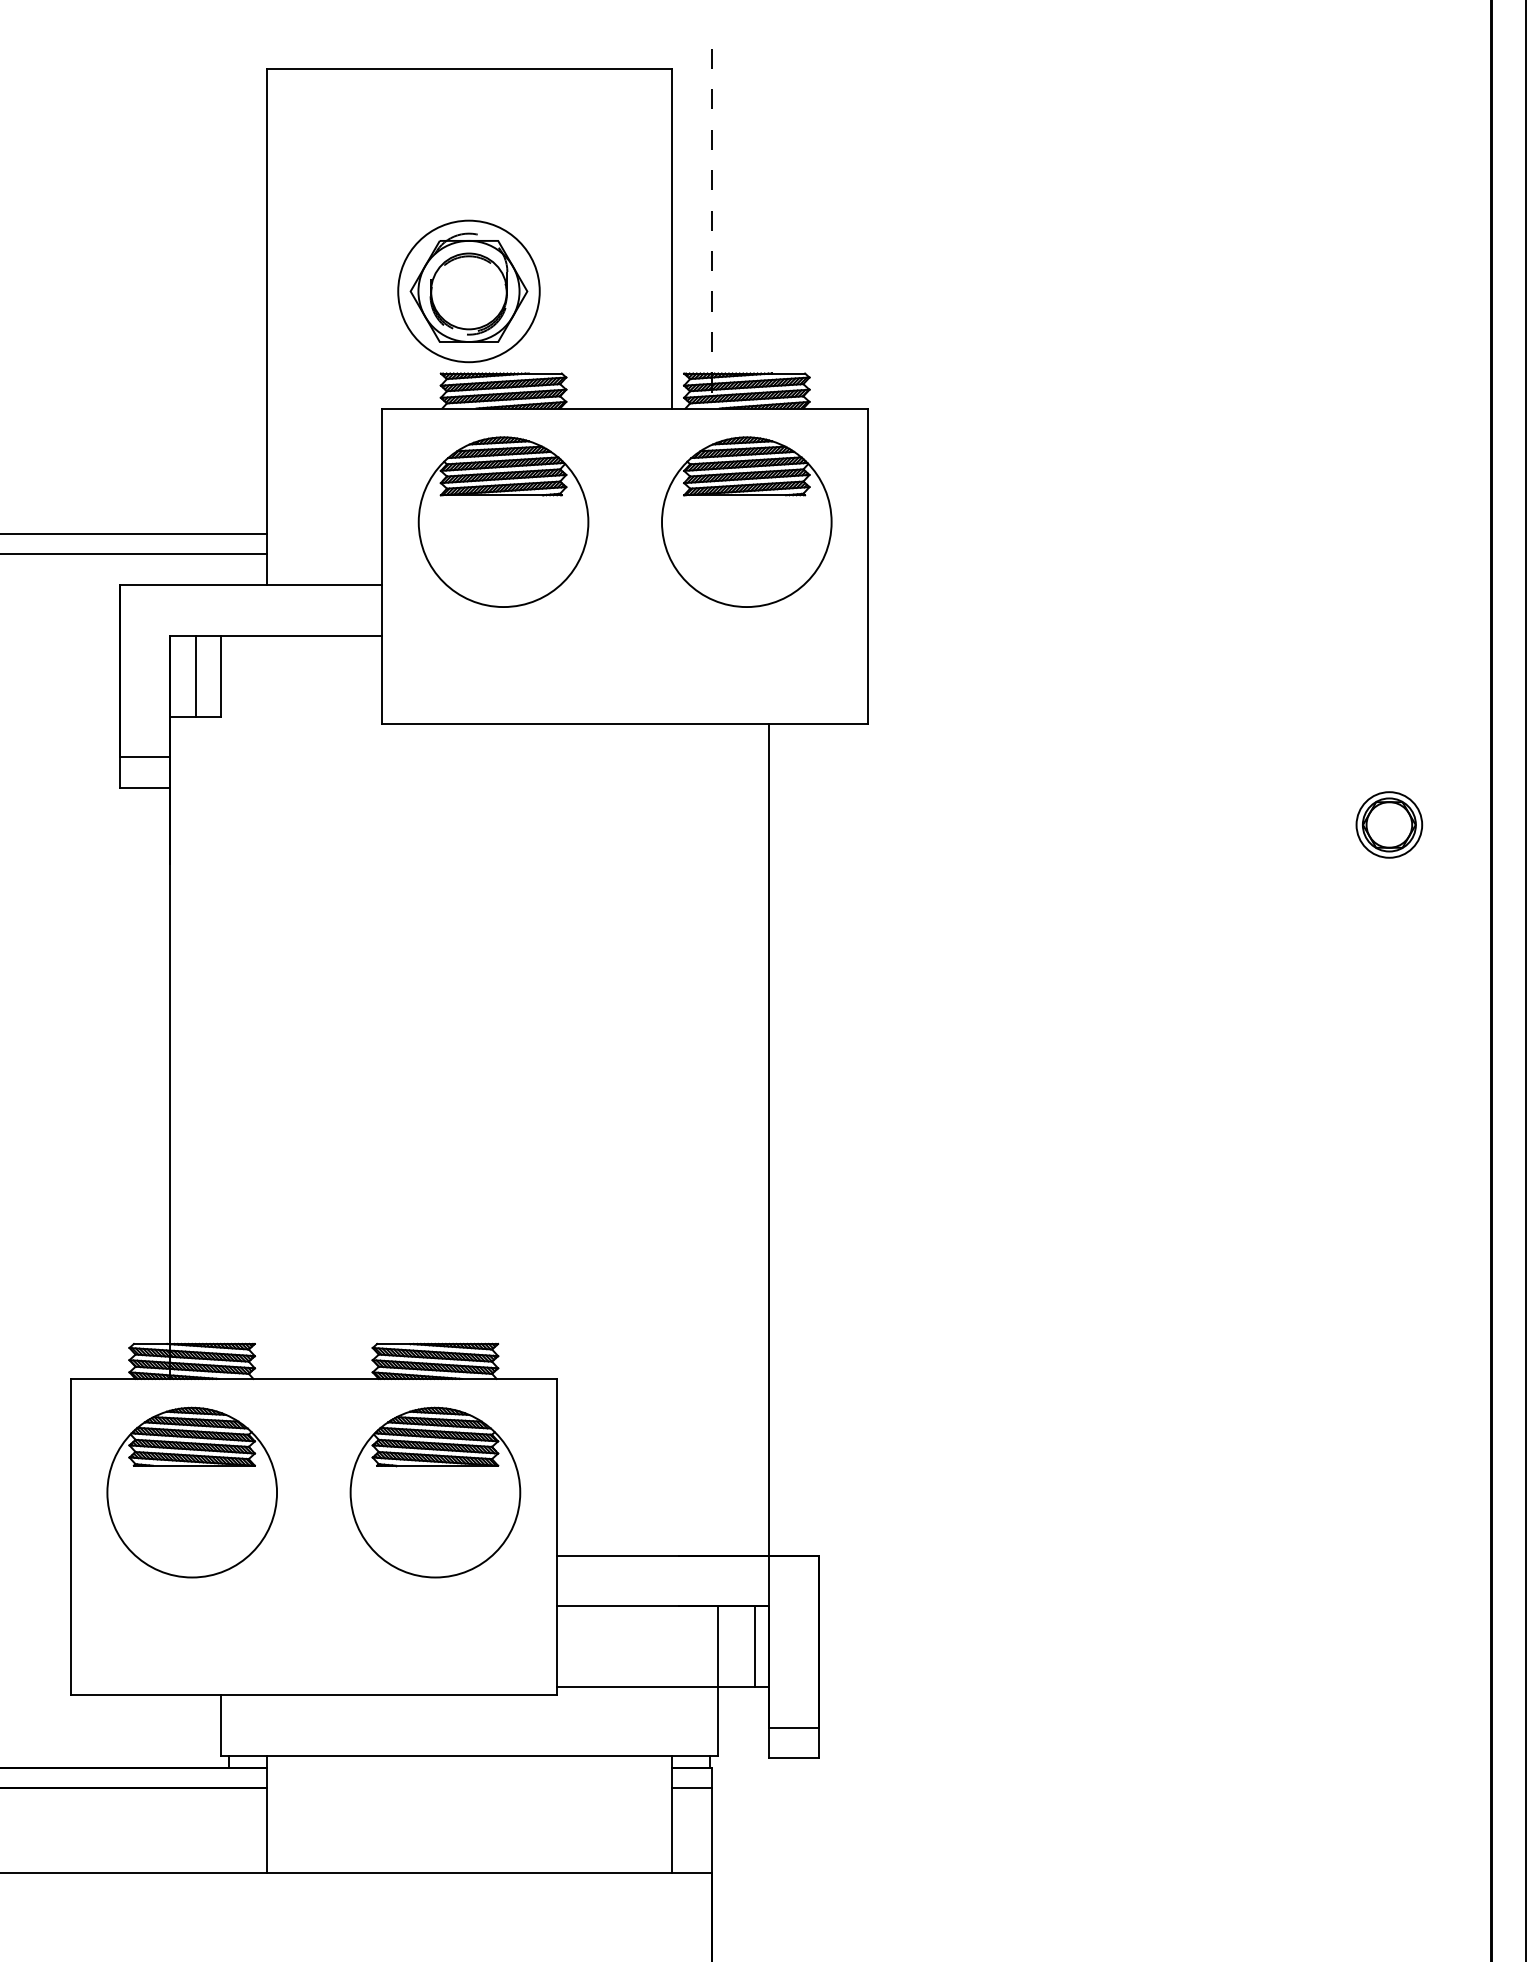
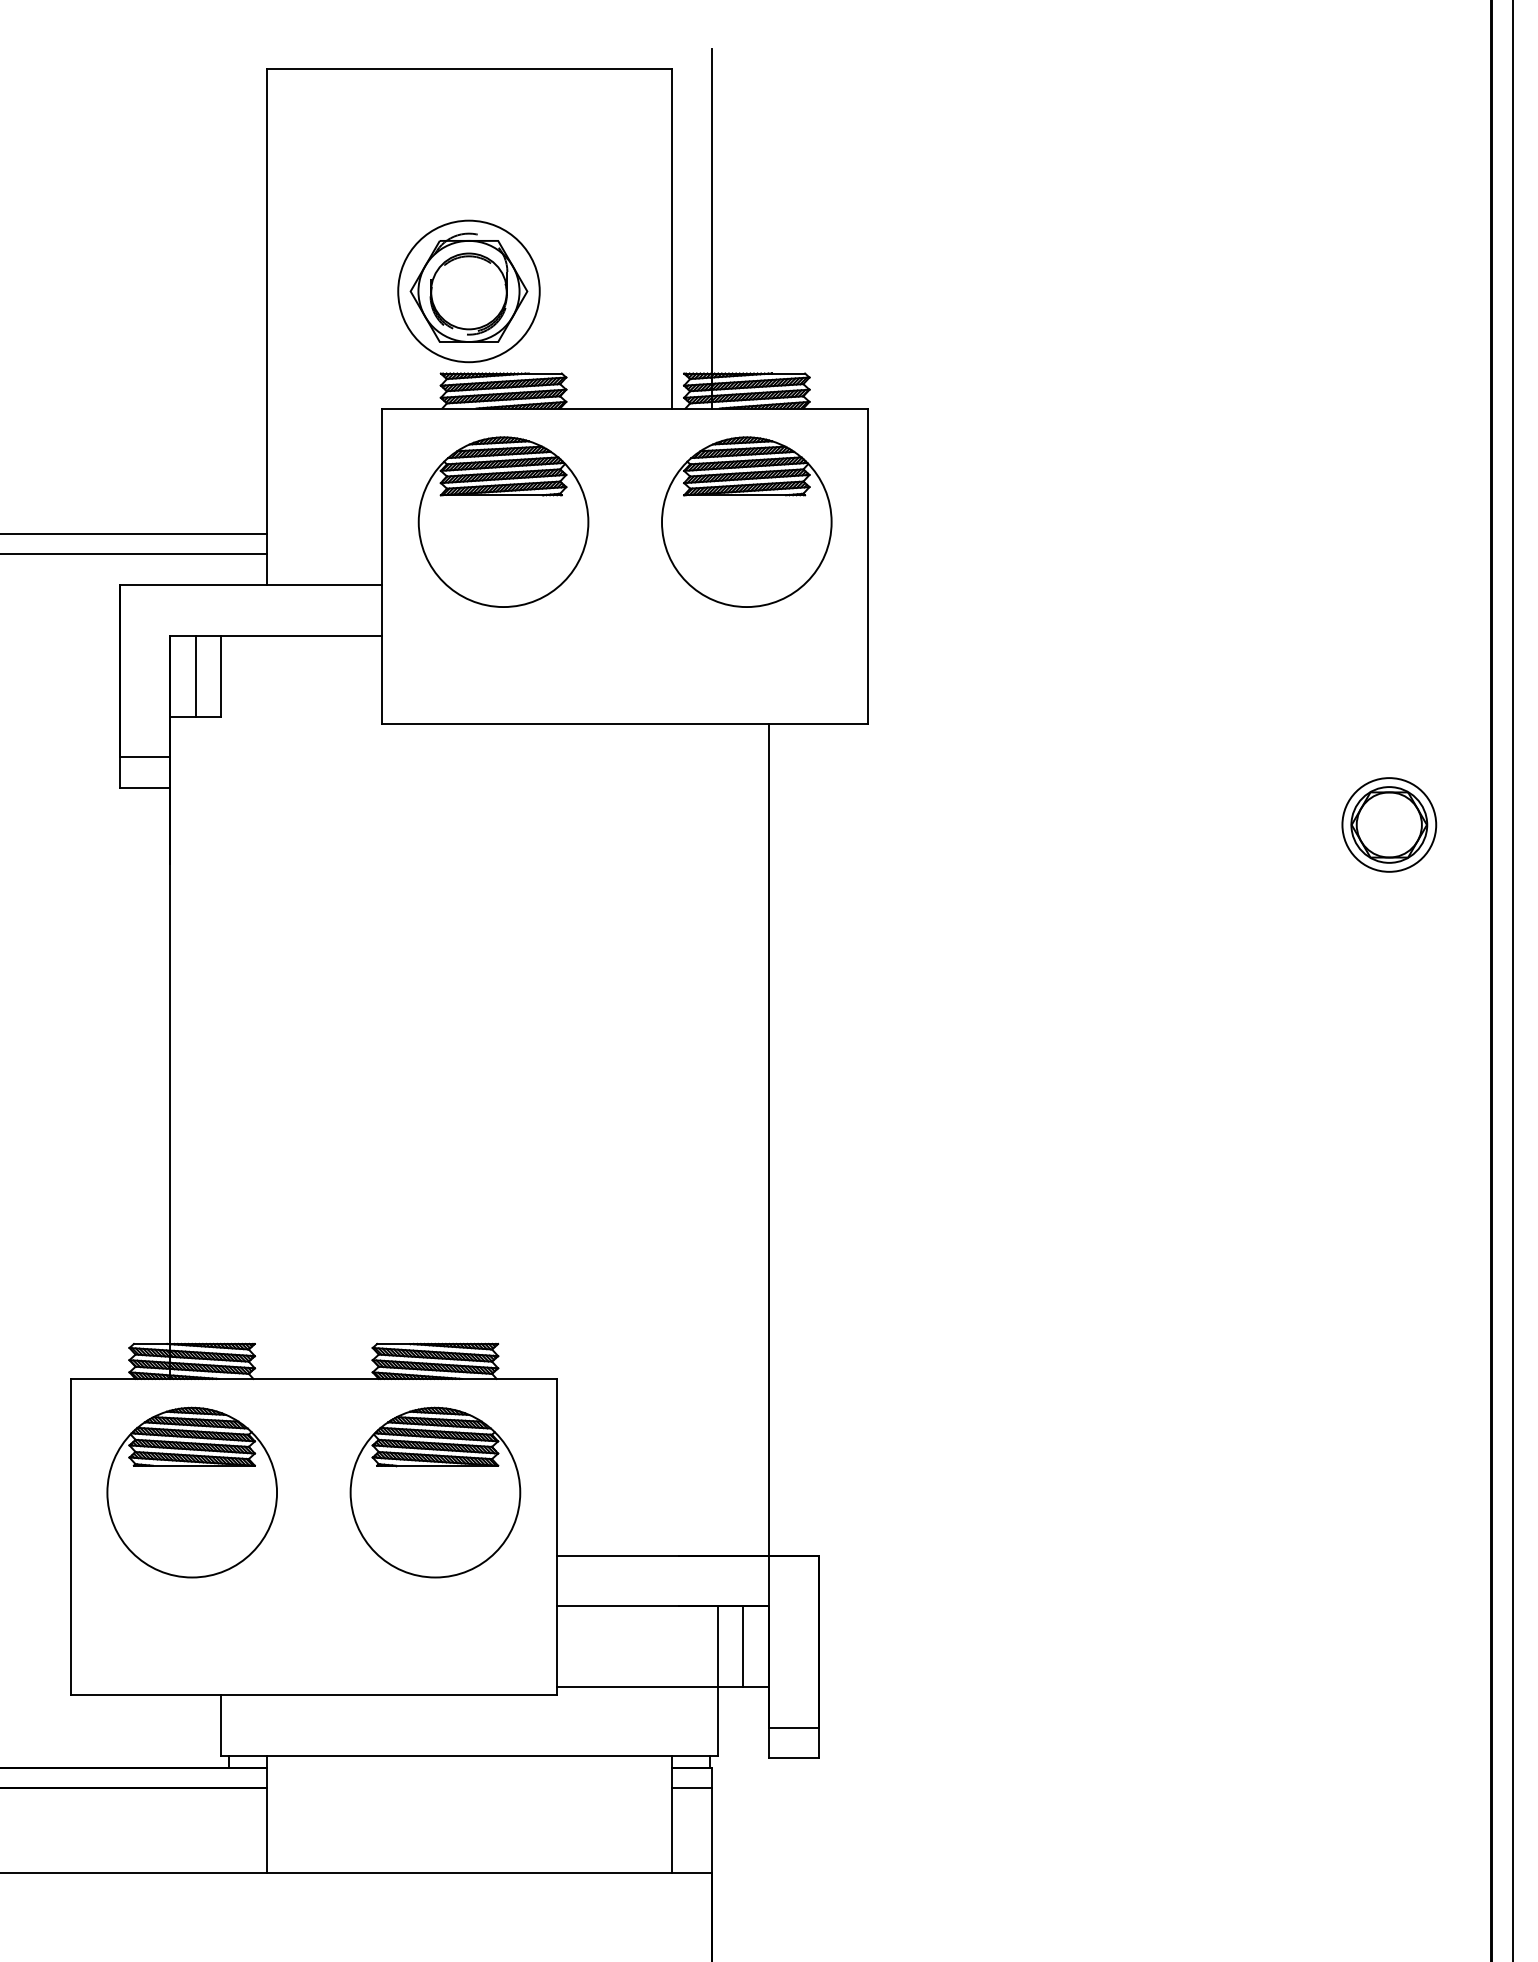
line at (711, 228): dashed -> solid
part at (1389, 824) size: 69x68 px -> 97x96 px
line at (1525, 980) position: (1525, 980) -> (1512, 980)
line at (755, 1646) position: (755, 1646) -> (743, 1646)
